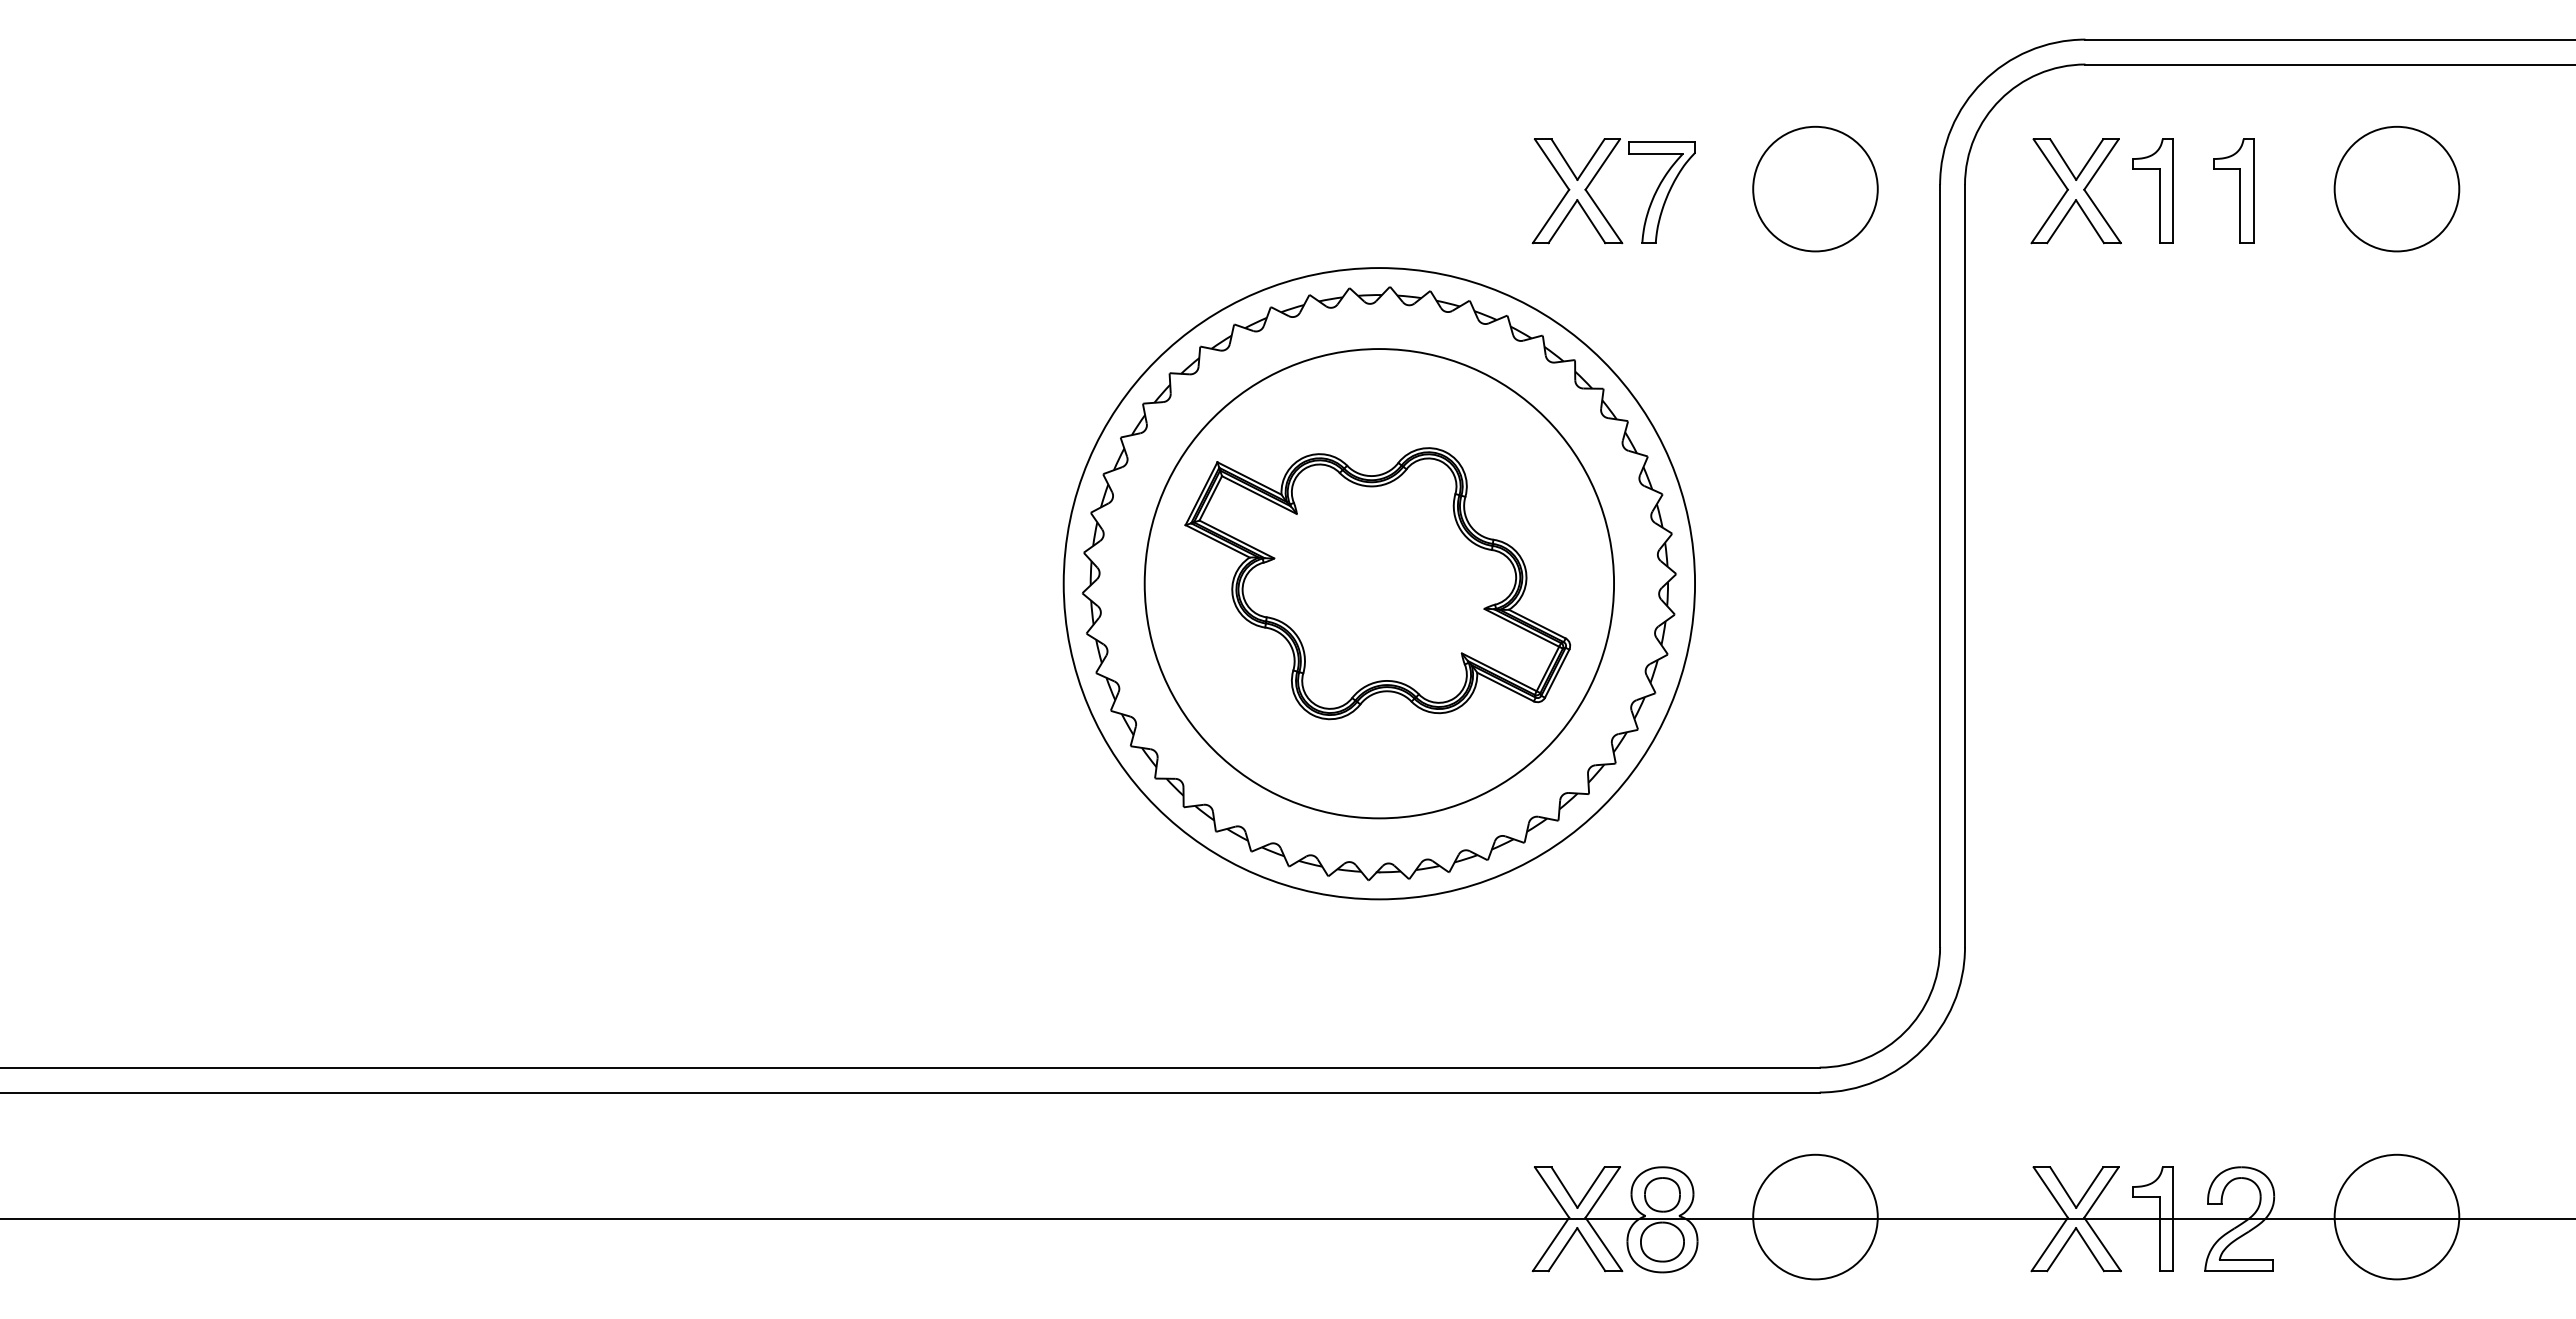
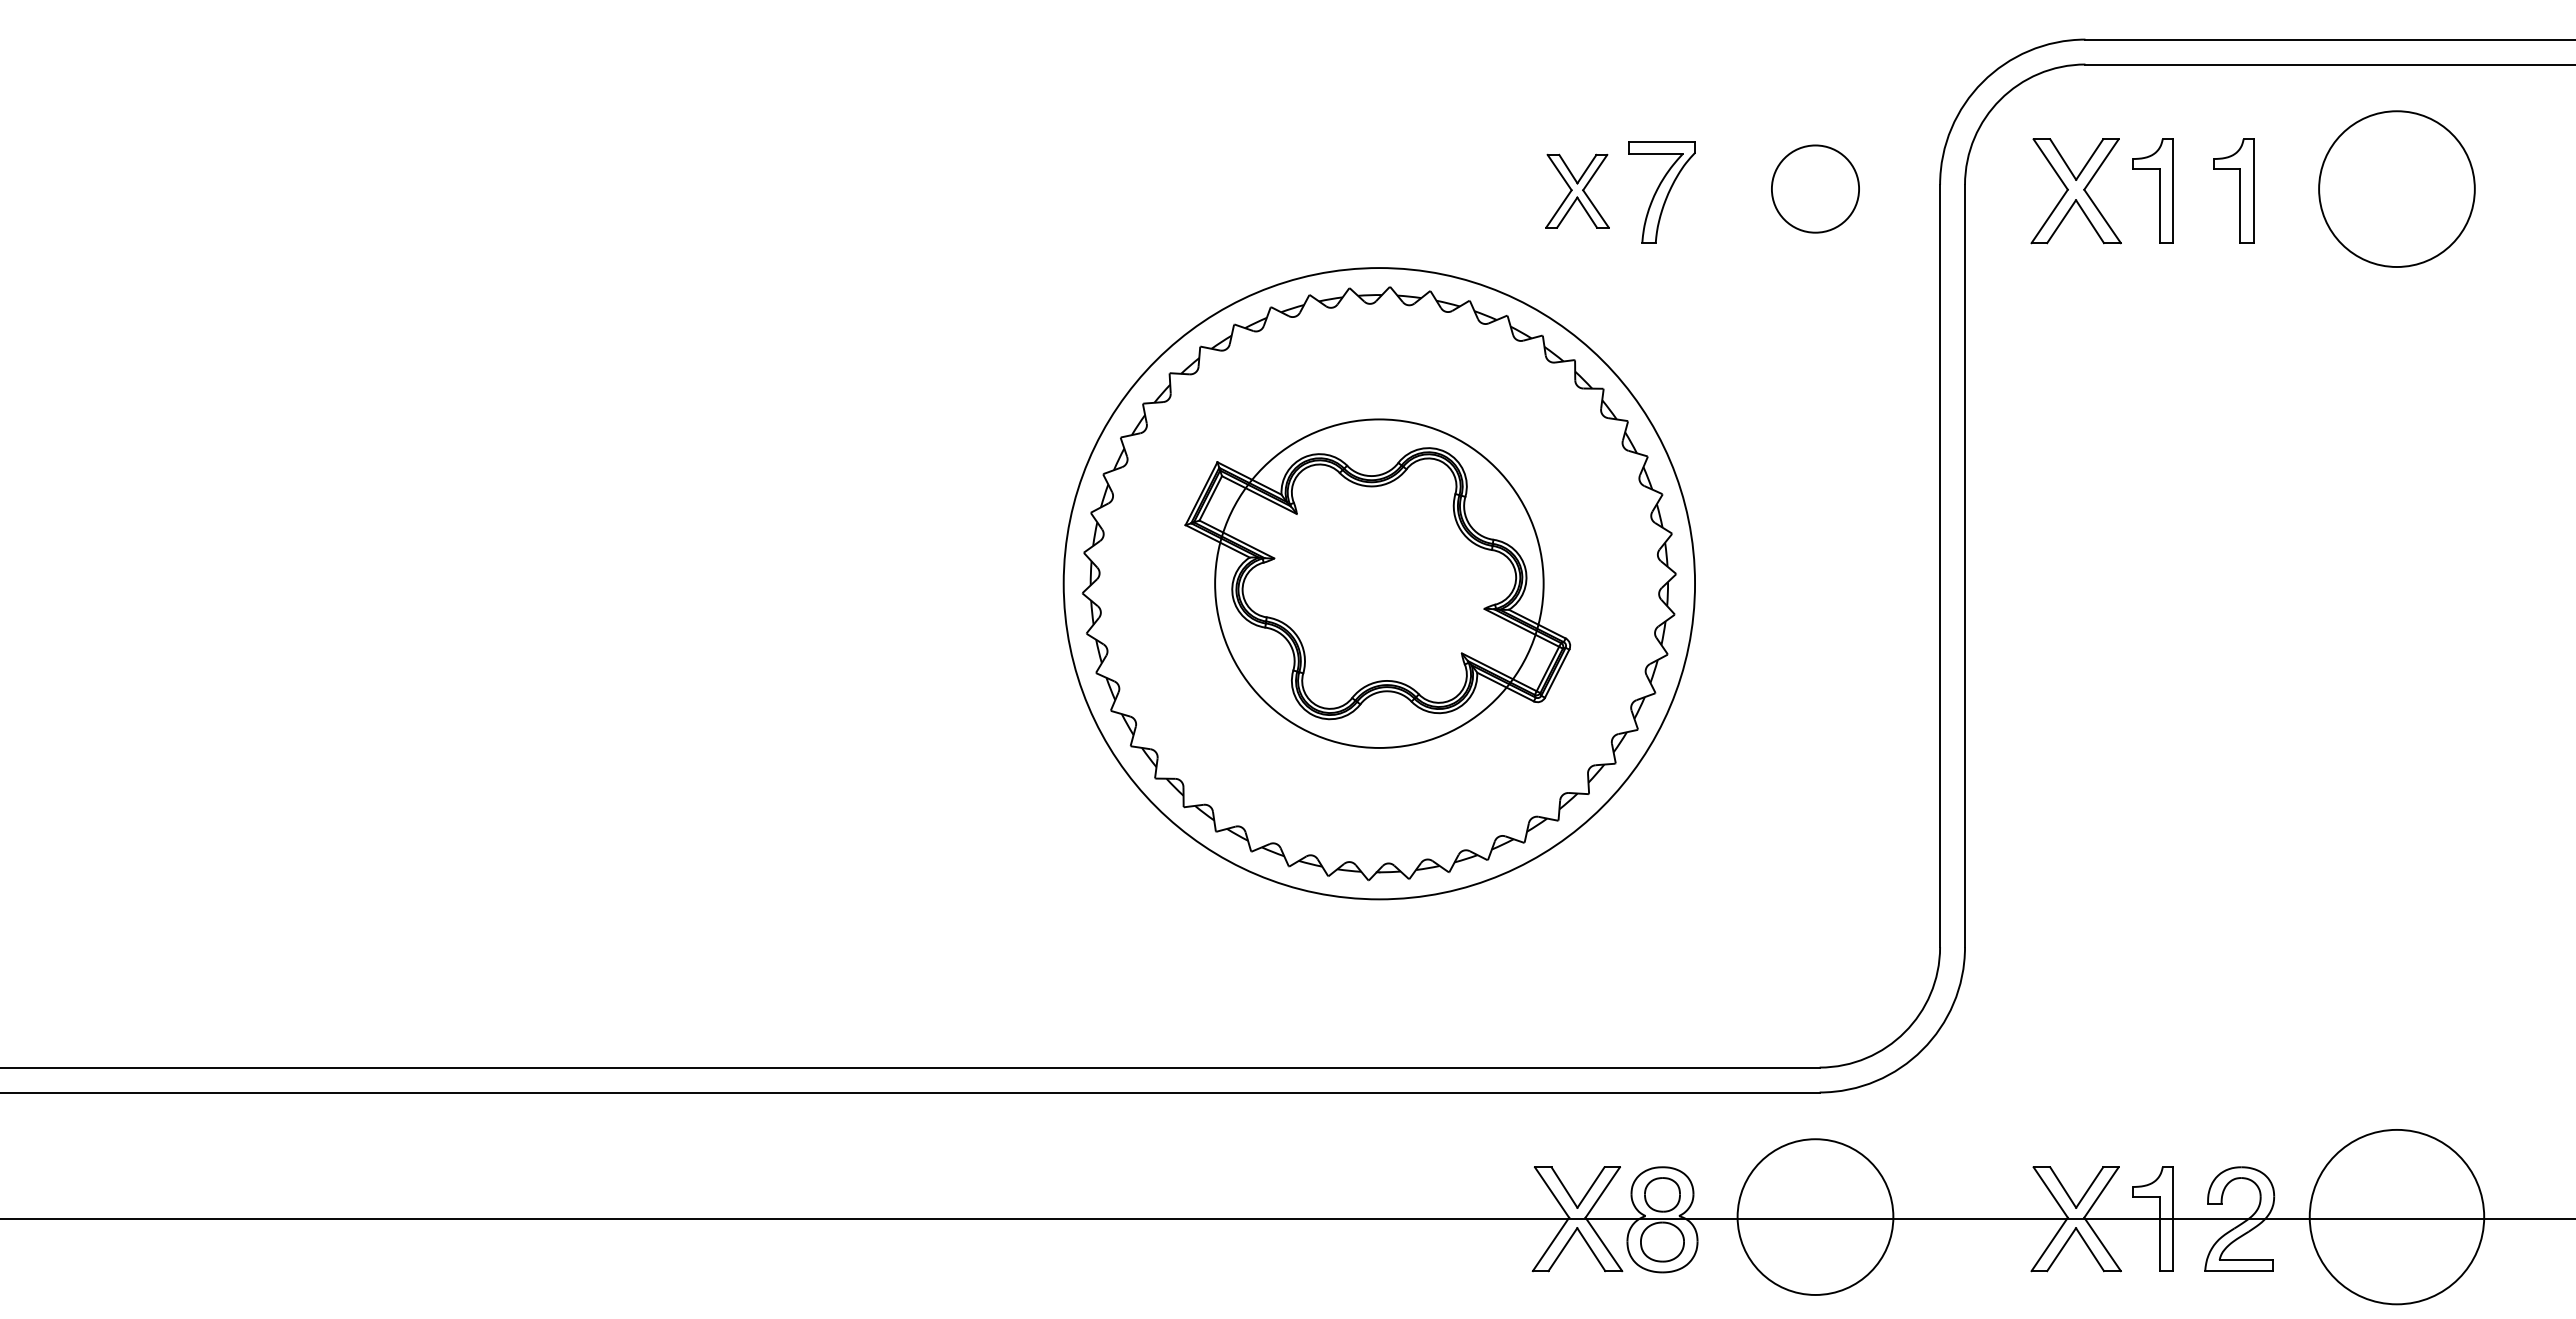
circle at (1815, 188) size: 127x128 px -> 89x90 px
circle at (2396, 188) diameter: 125 px -> 156 px
part at (1577, 191) size: 93x107 px -> 65x76 px
circle at (1379, 583) diameter: 469 px -> 329 px
circle at (1815, 1216) diameter: 125 px -> 156 px
circle at (2396, 1216) diameter: 125 px -> 174 px
